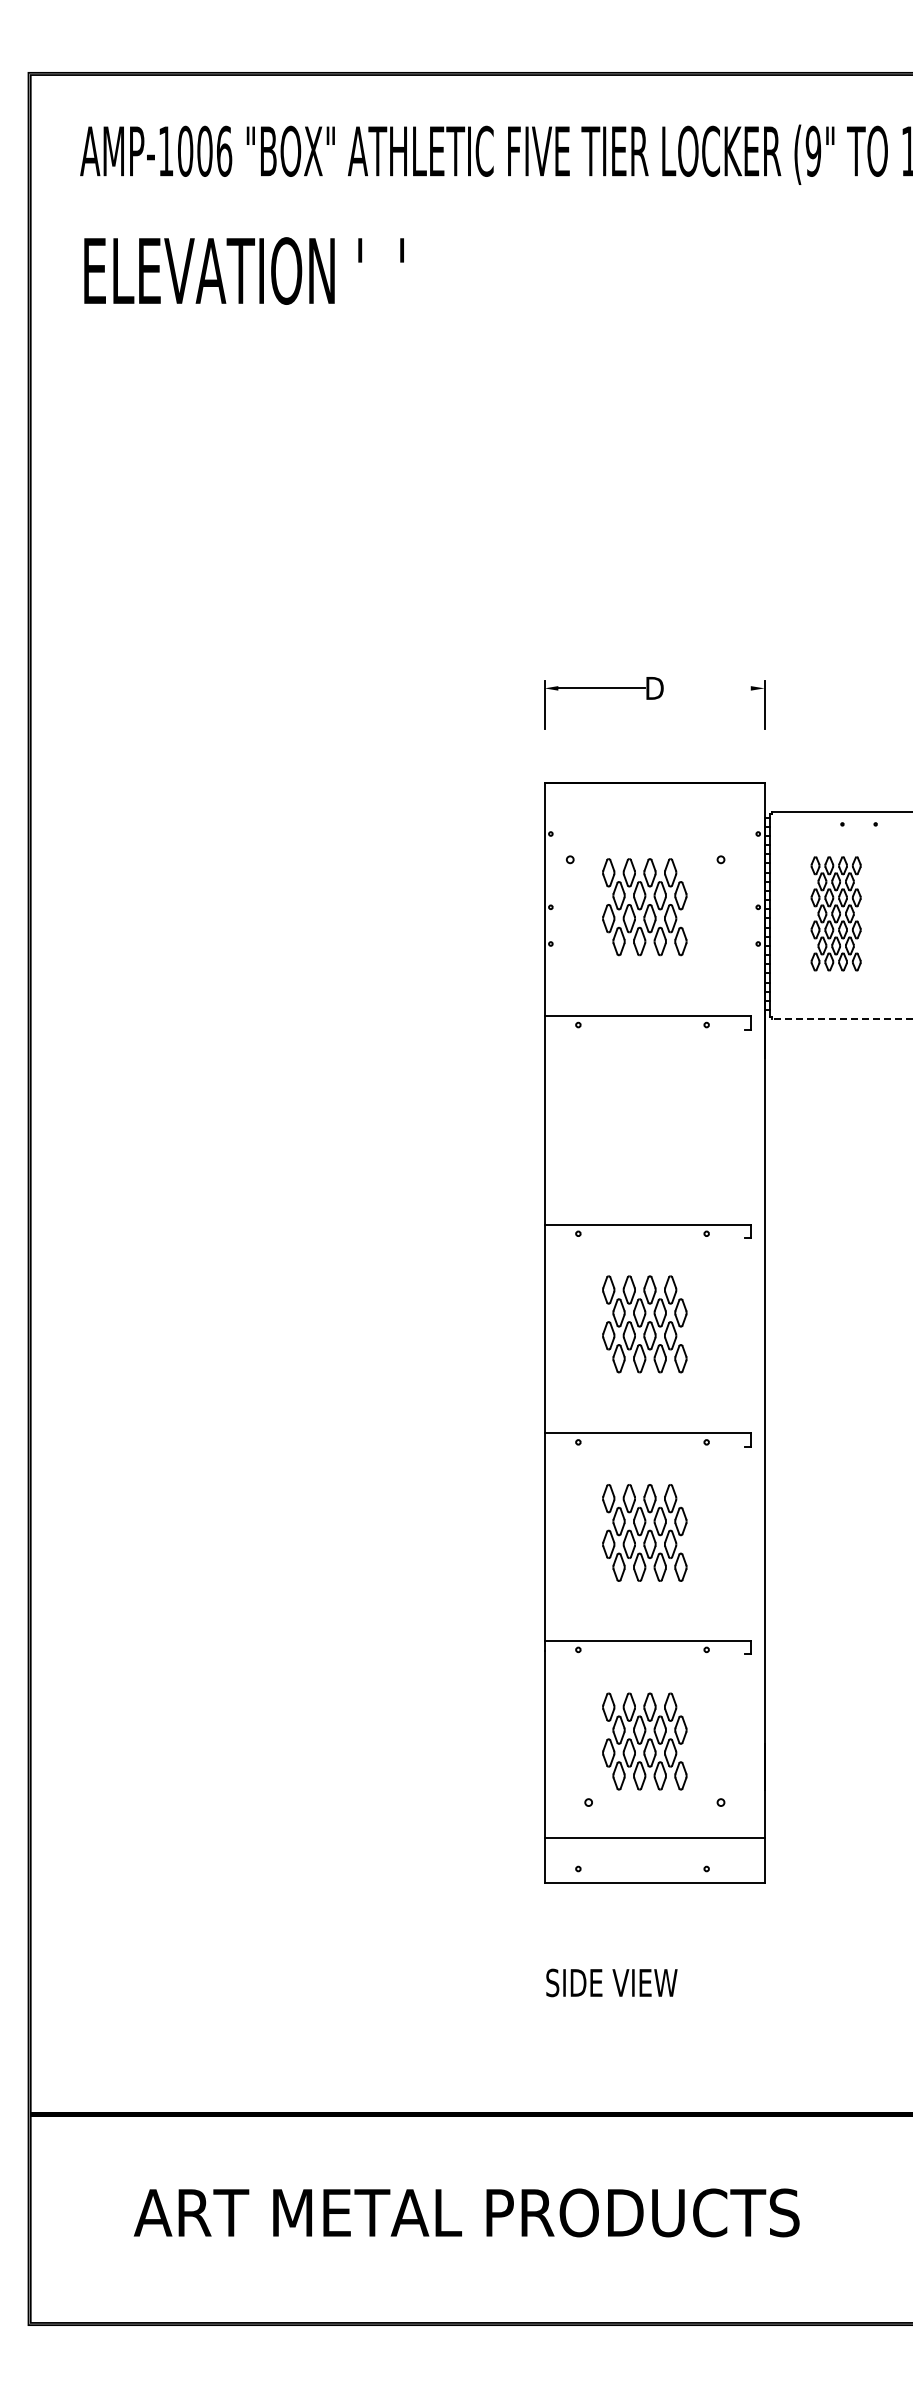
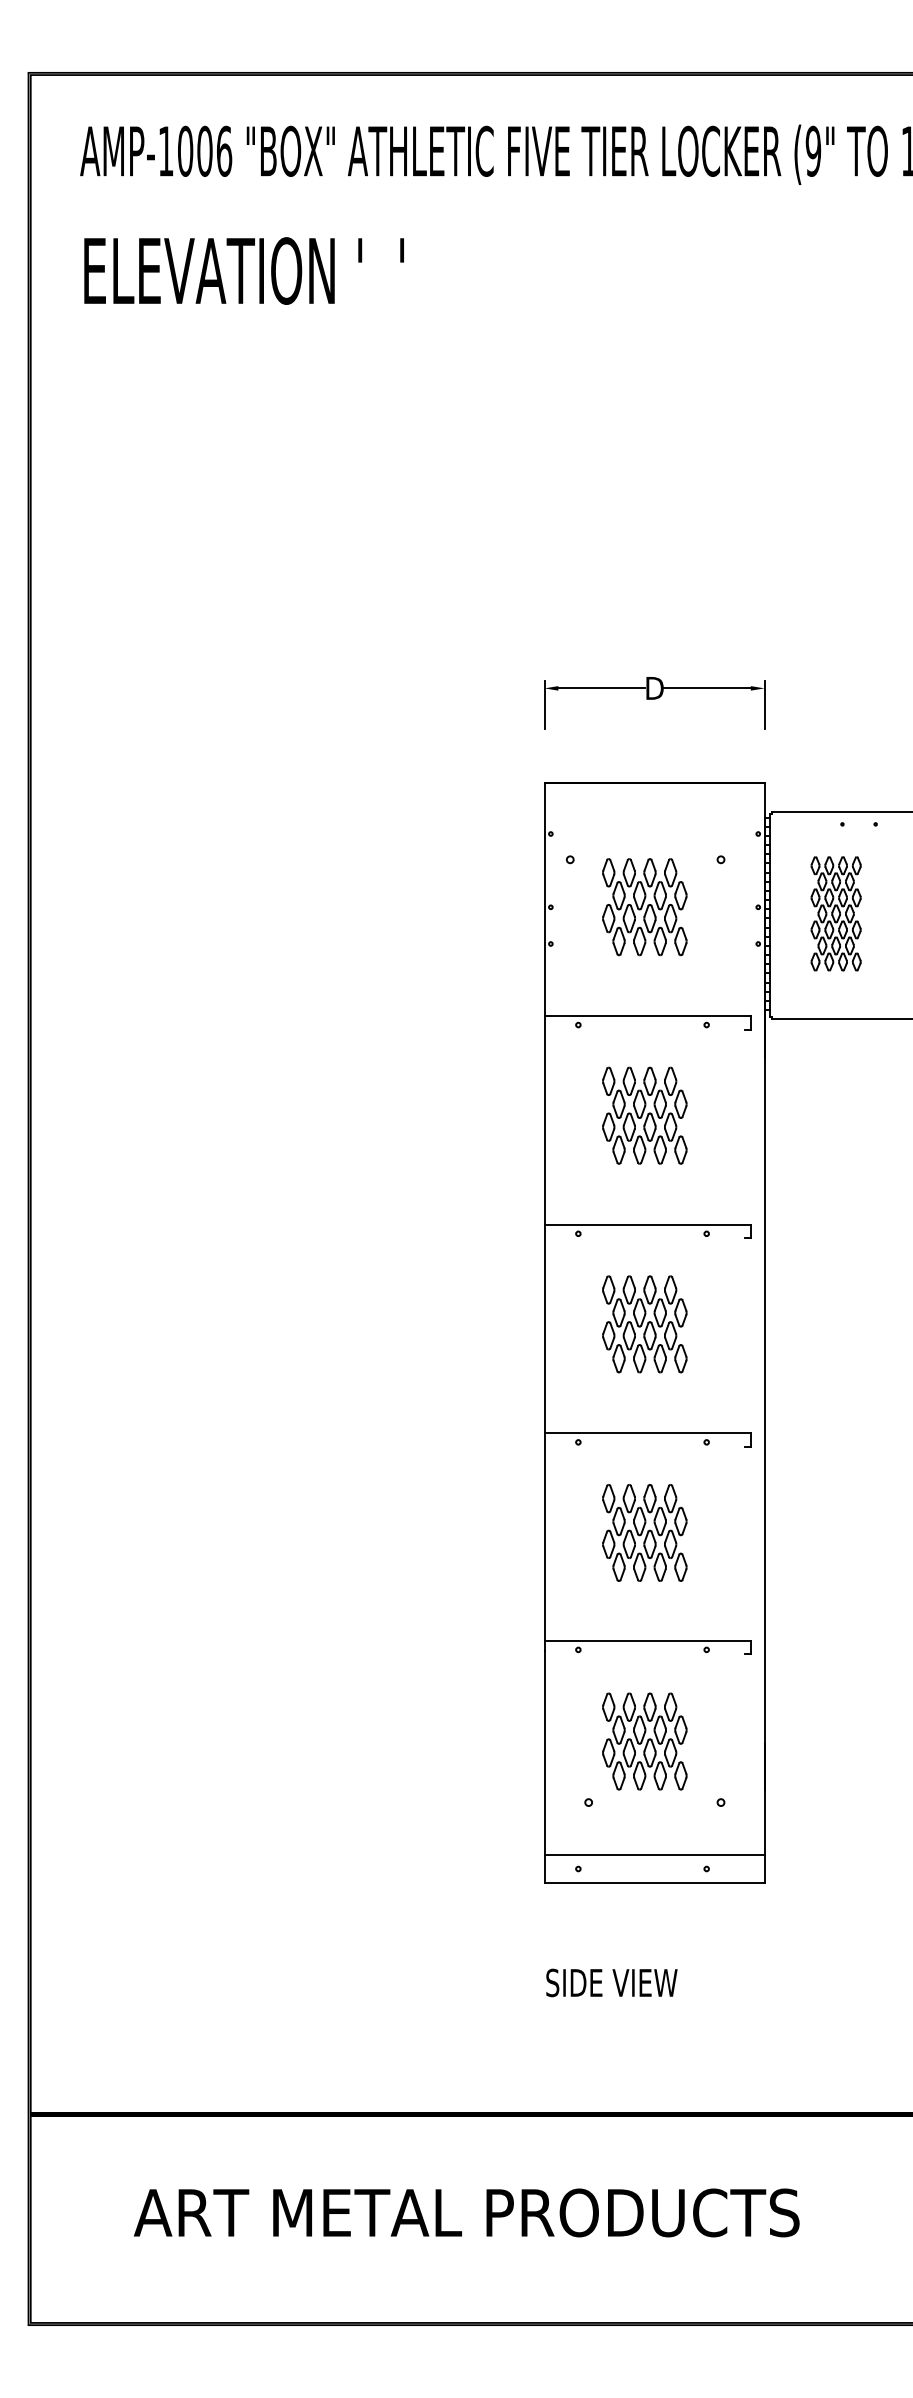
line at (706, 688): none -> present
line at (841, 1019): dashed -> solid
part at (644, 1115): none -> present
line at (654, 1838) position: (654, 1838) -> (654, 1855)
